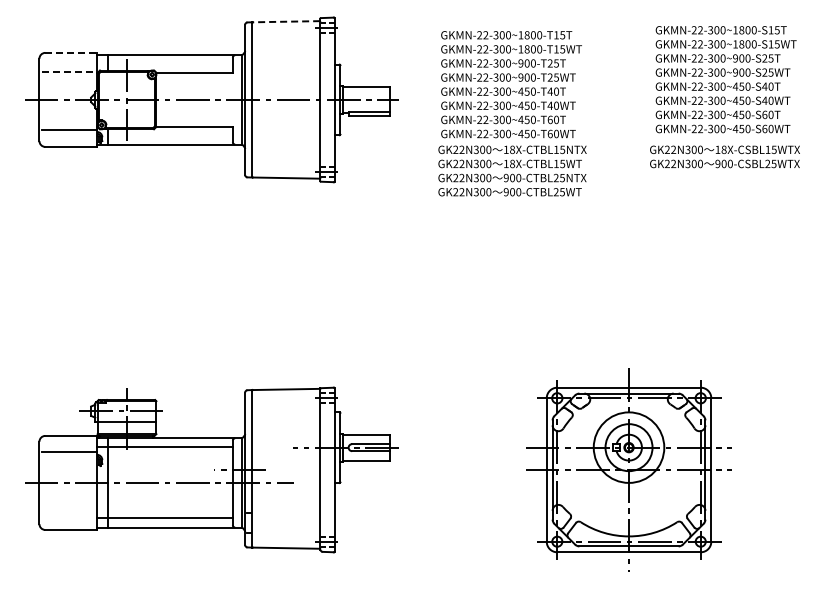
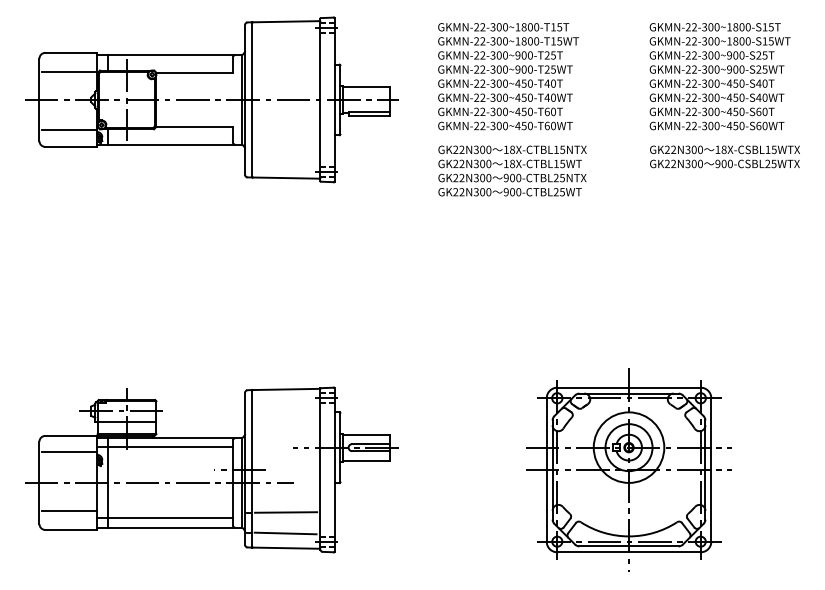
line at (286, 21): dashed -> solid
line at (71, 52): dashed -> solid
line at (70, 71): dashed -> solid
text at (725, 79) position: (725, 79) -> (719, 76)
text at (511, 84) position: (511, 84) -> (508, 76)
line at (69, 511): none -> present
line at (286, 512): none -> present
line at (285, 533): none -> present
